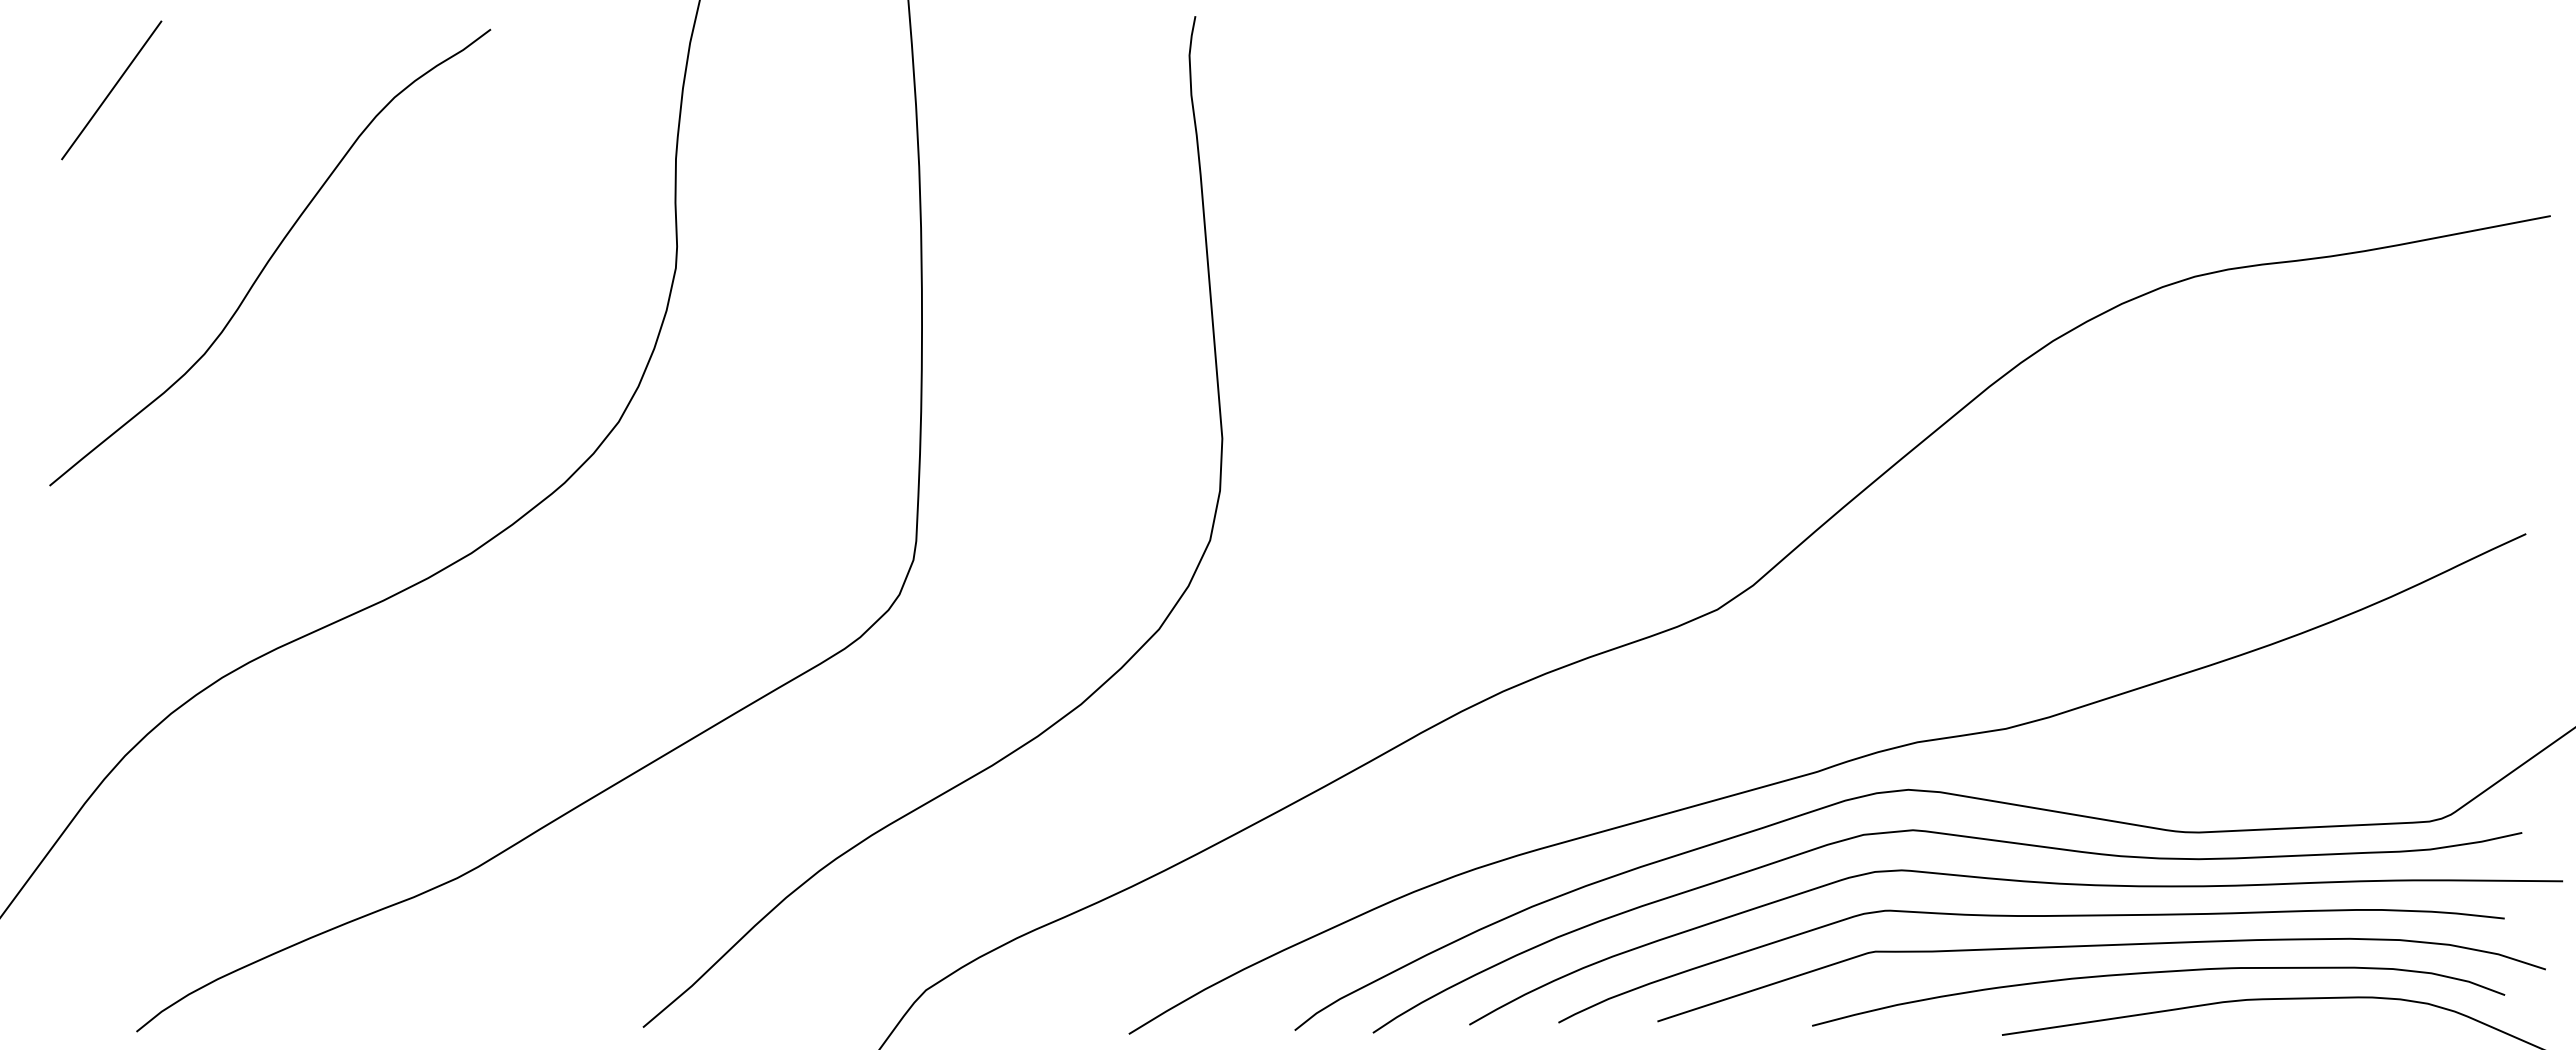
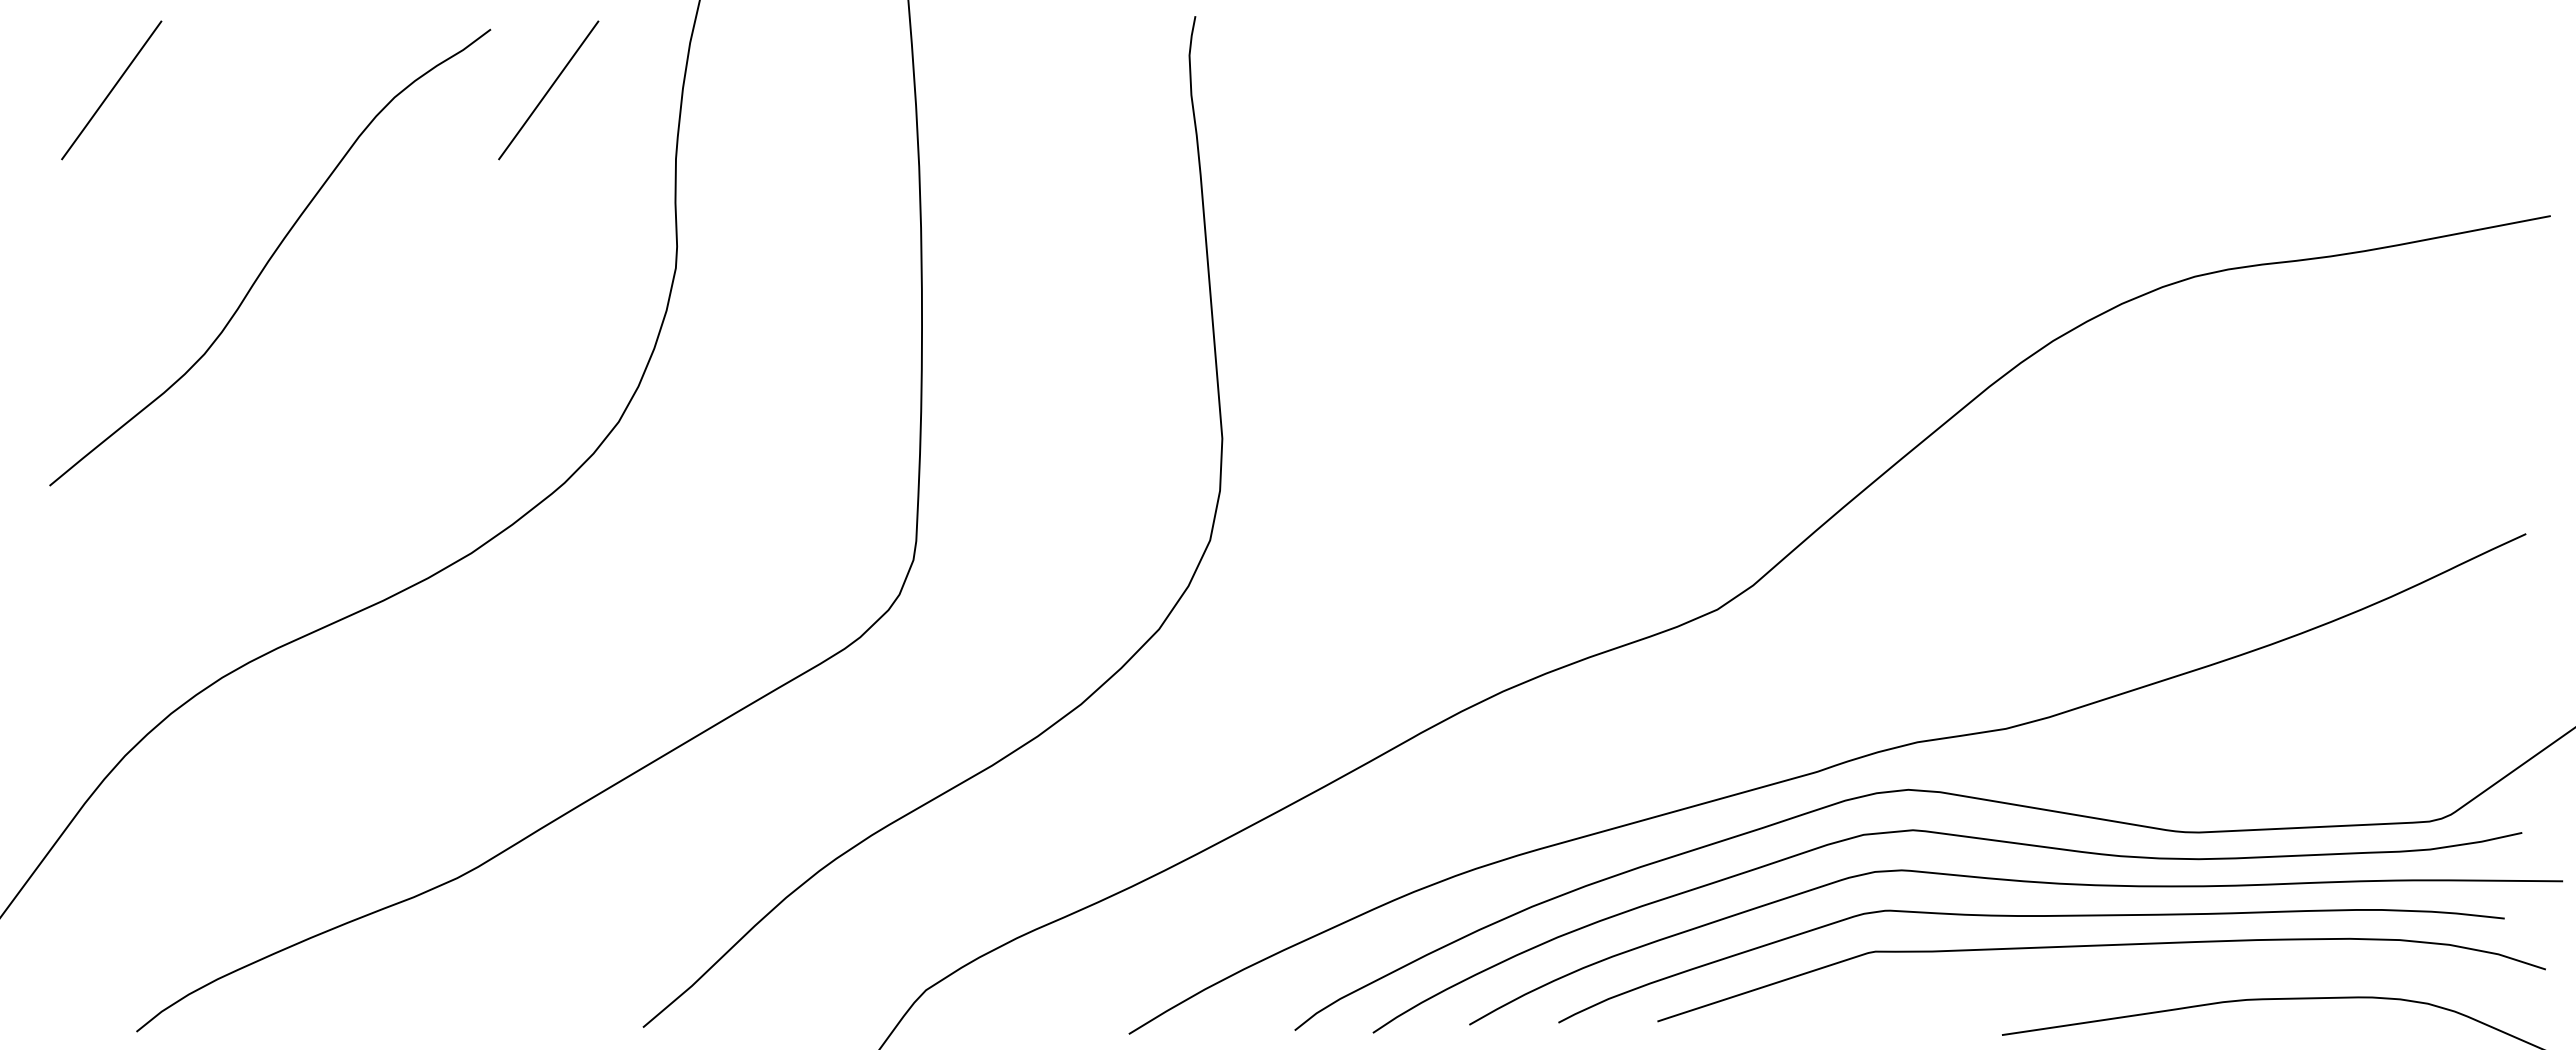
line at (548, 90): none -> present
curve at (2157, 973): present -> none
